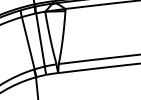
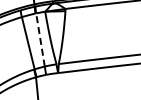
line at (40, 40): solid -> dashed
